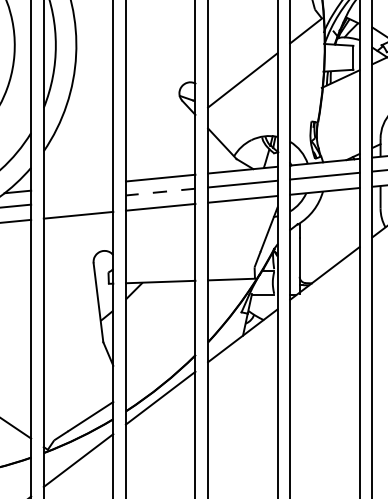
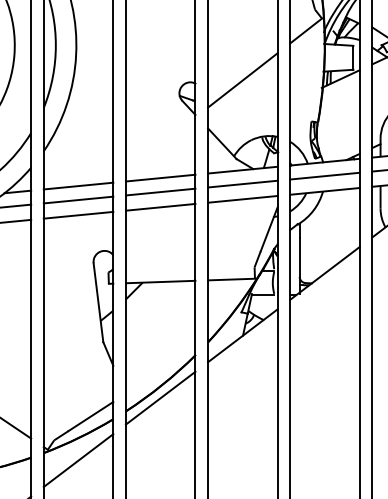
line at (78, 185): none -> present
line at (160, 192): dashed -> solid
line at (78, 199): none -> present
